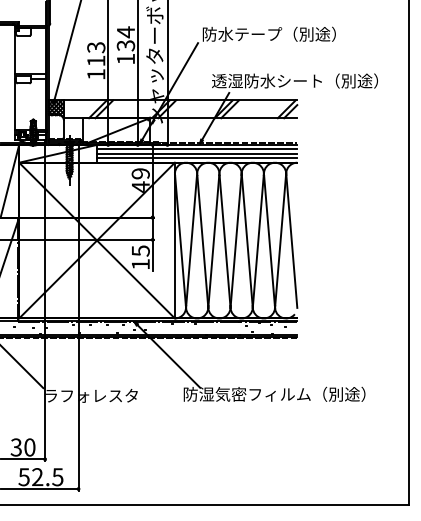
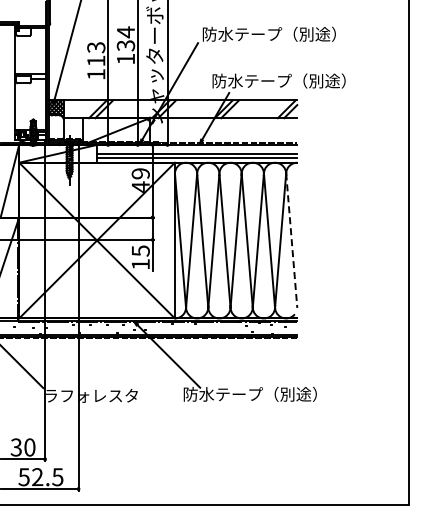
text at (294, 80): 透湿防水シート（別途） -> 防水テープ（別途）
line at (197, 149): present -> none
line at (291, 241): solid -> dashed
text at (282, 393): 防湿気密フィルム（別途） -> 防水テープ（別途）
